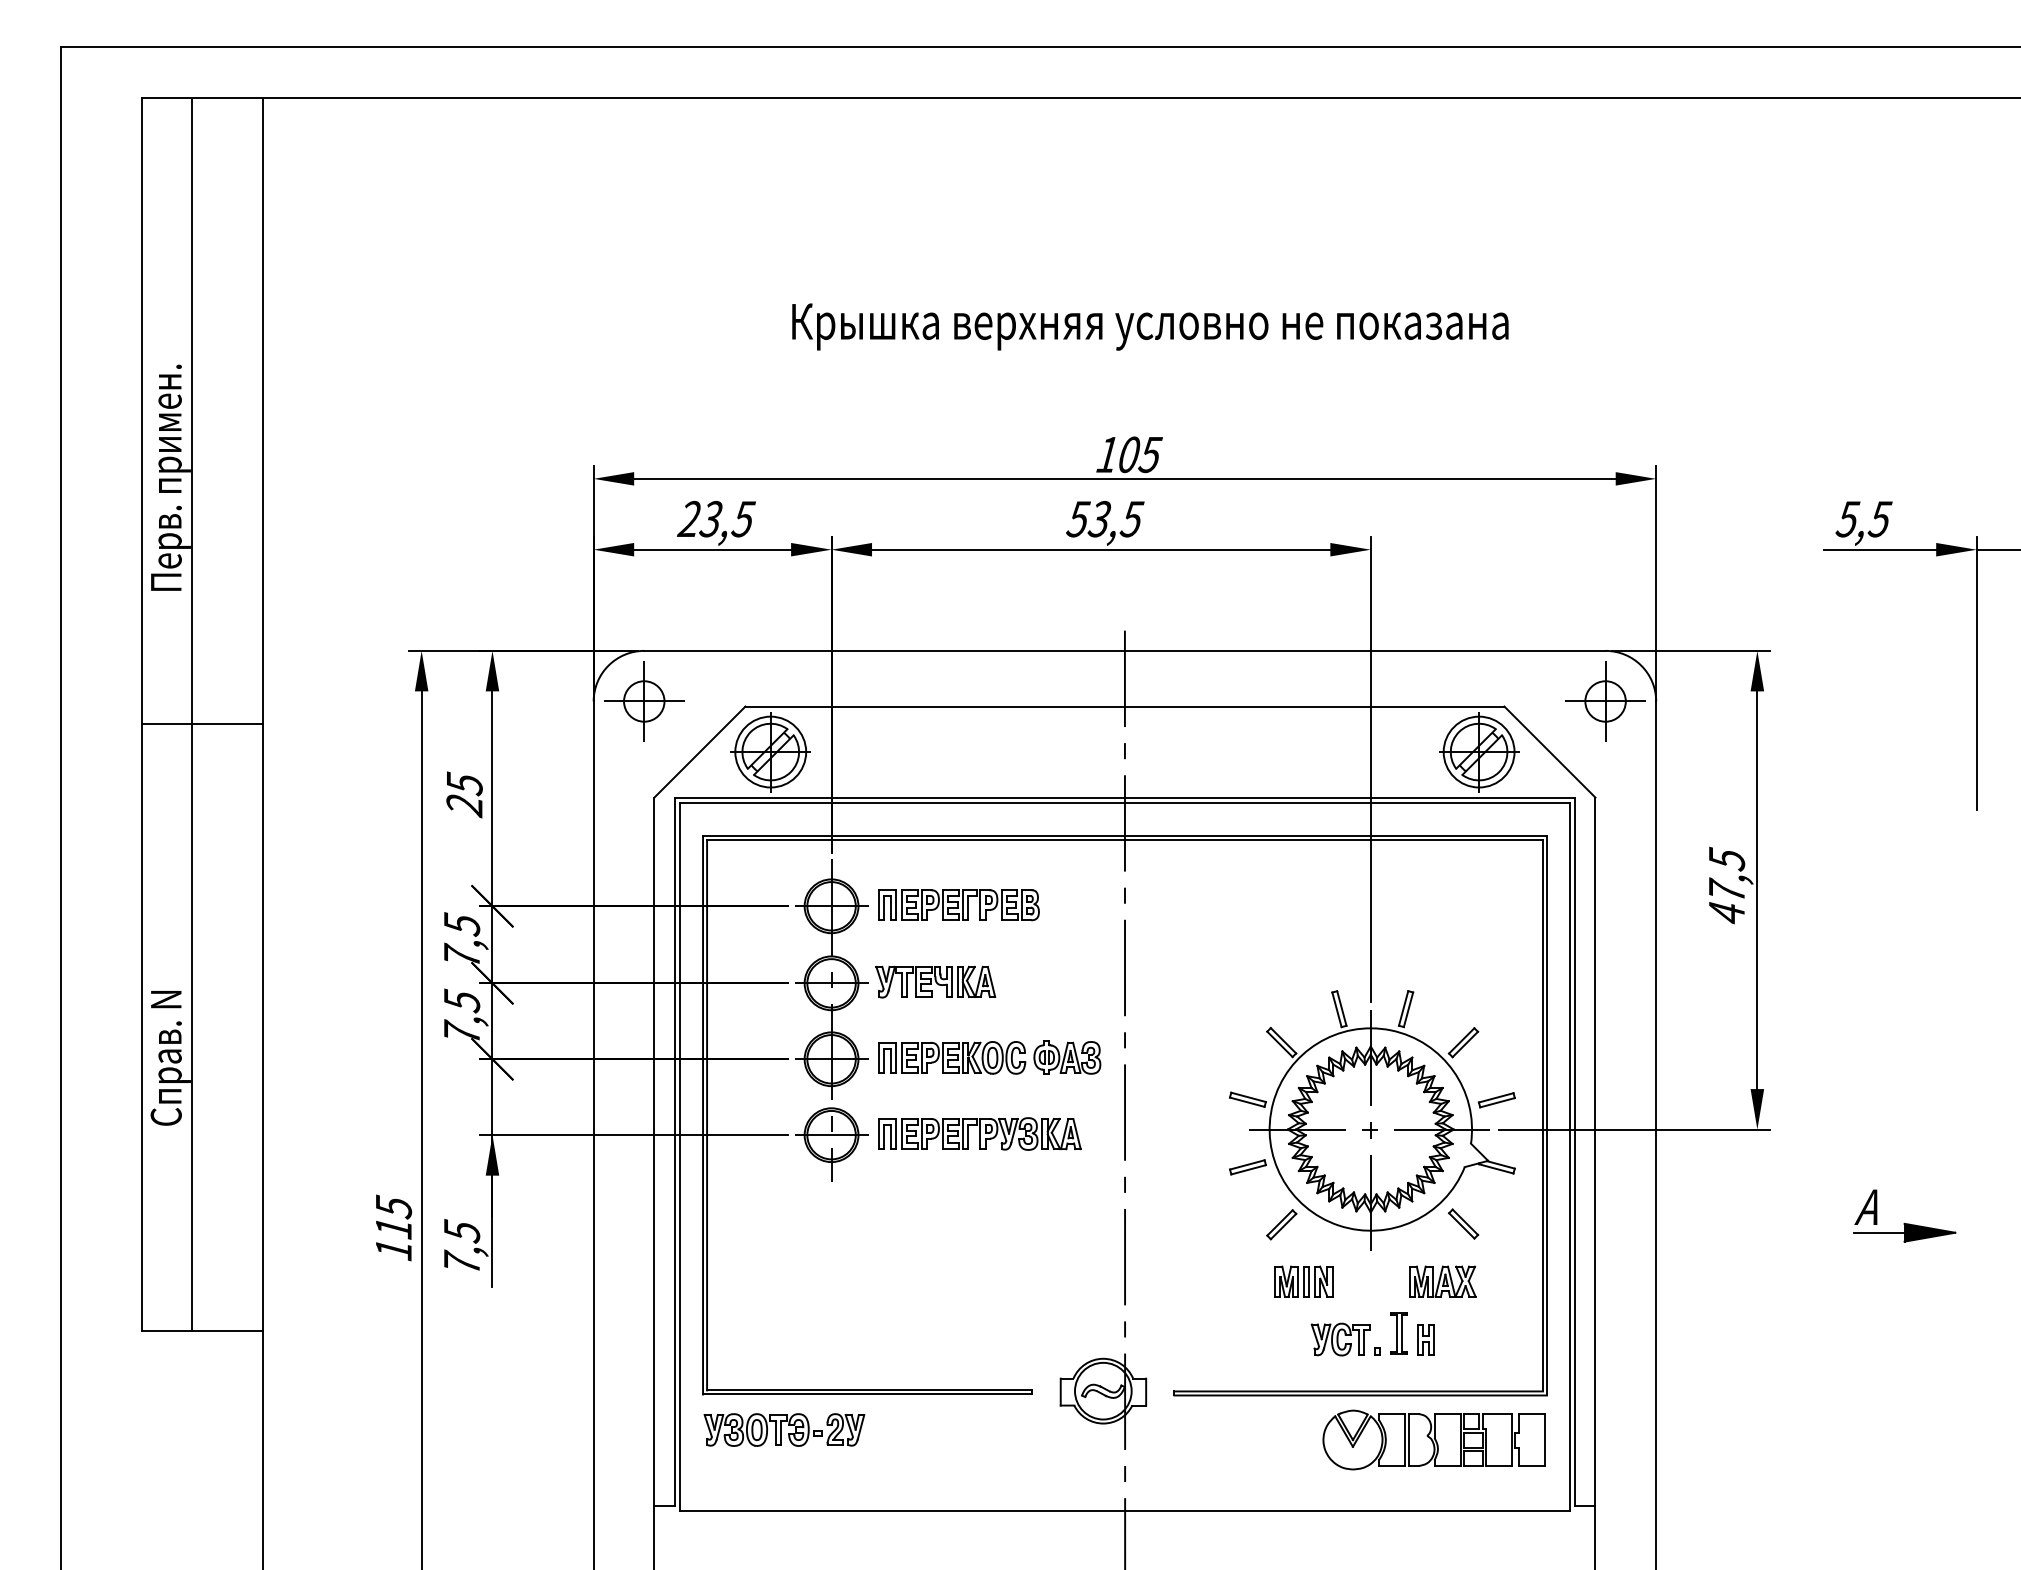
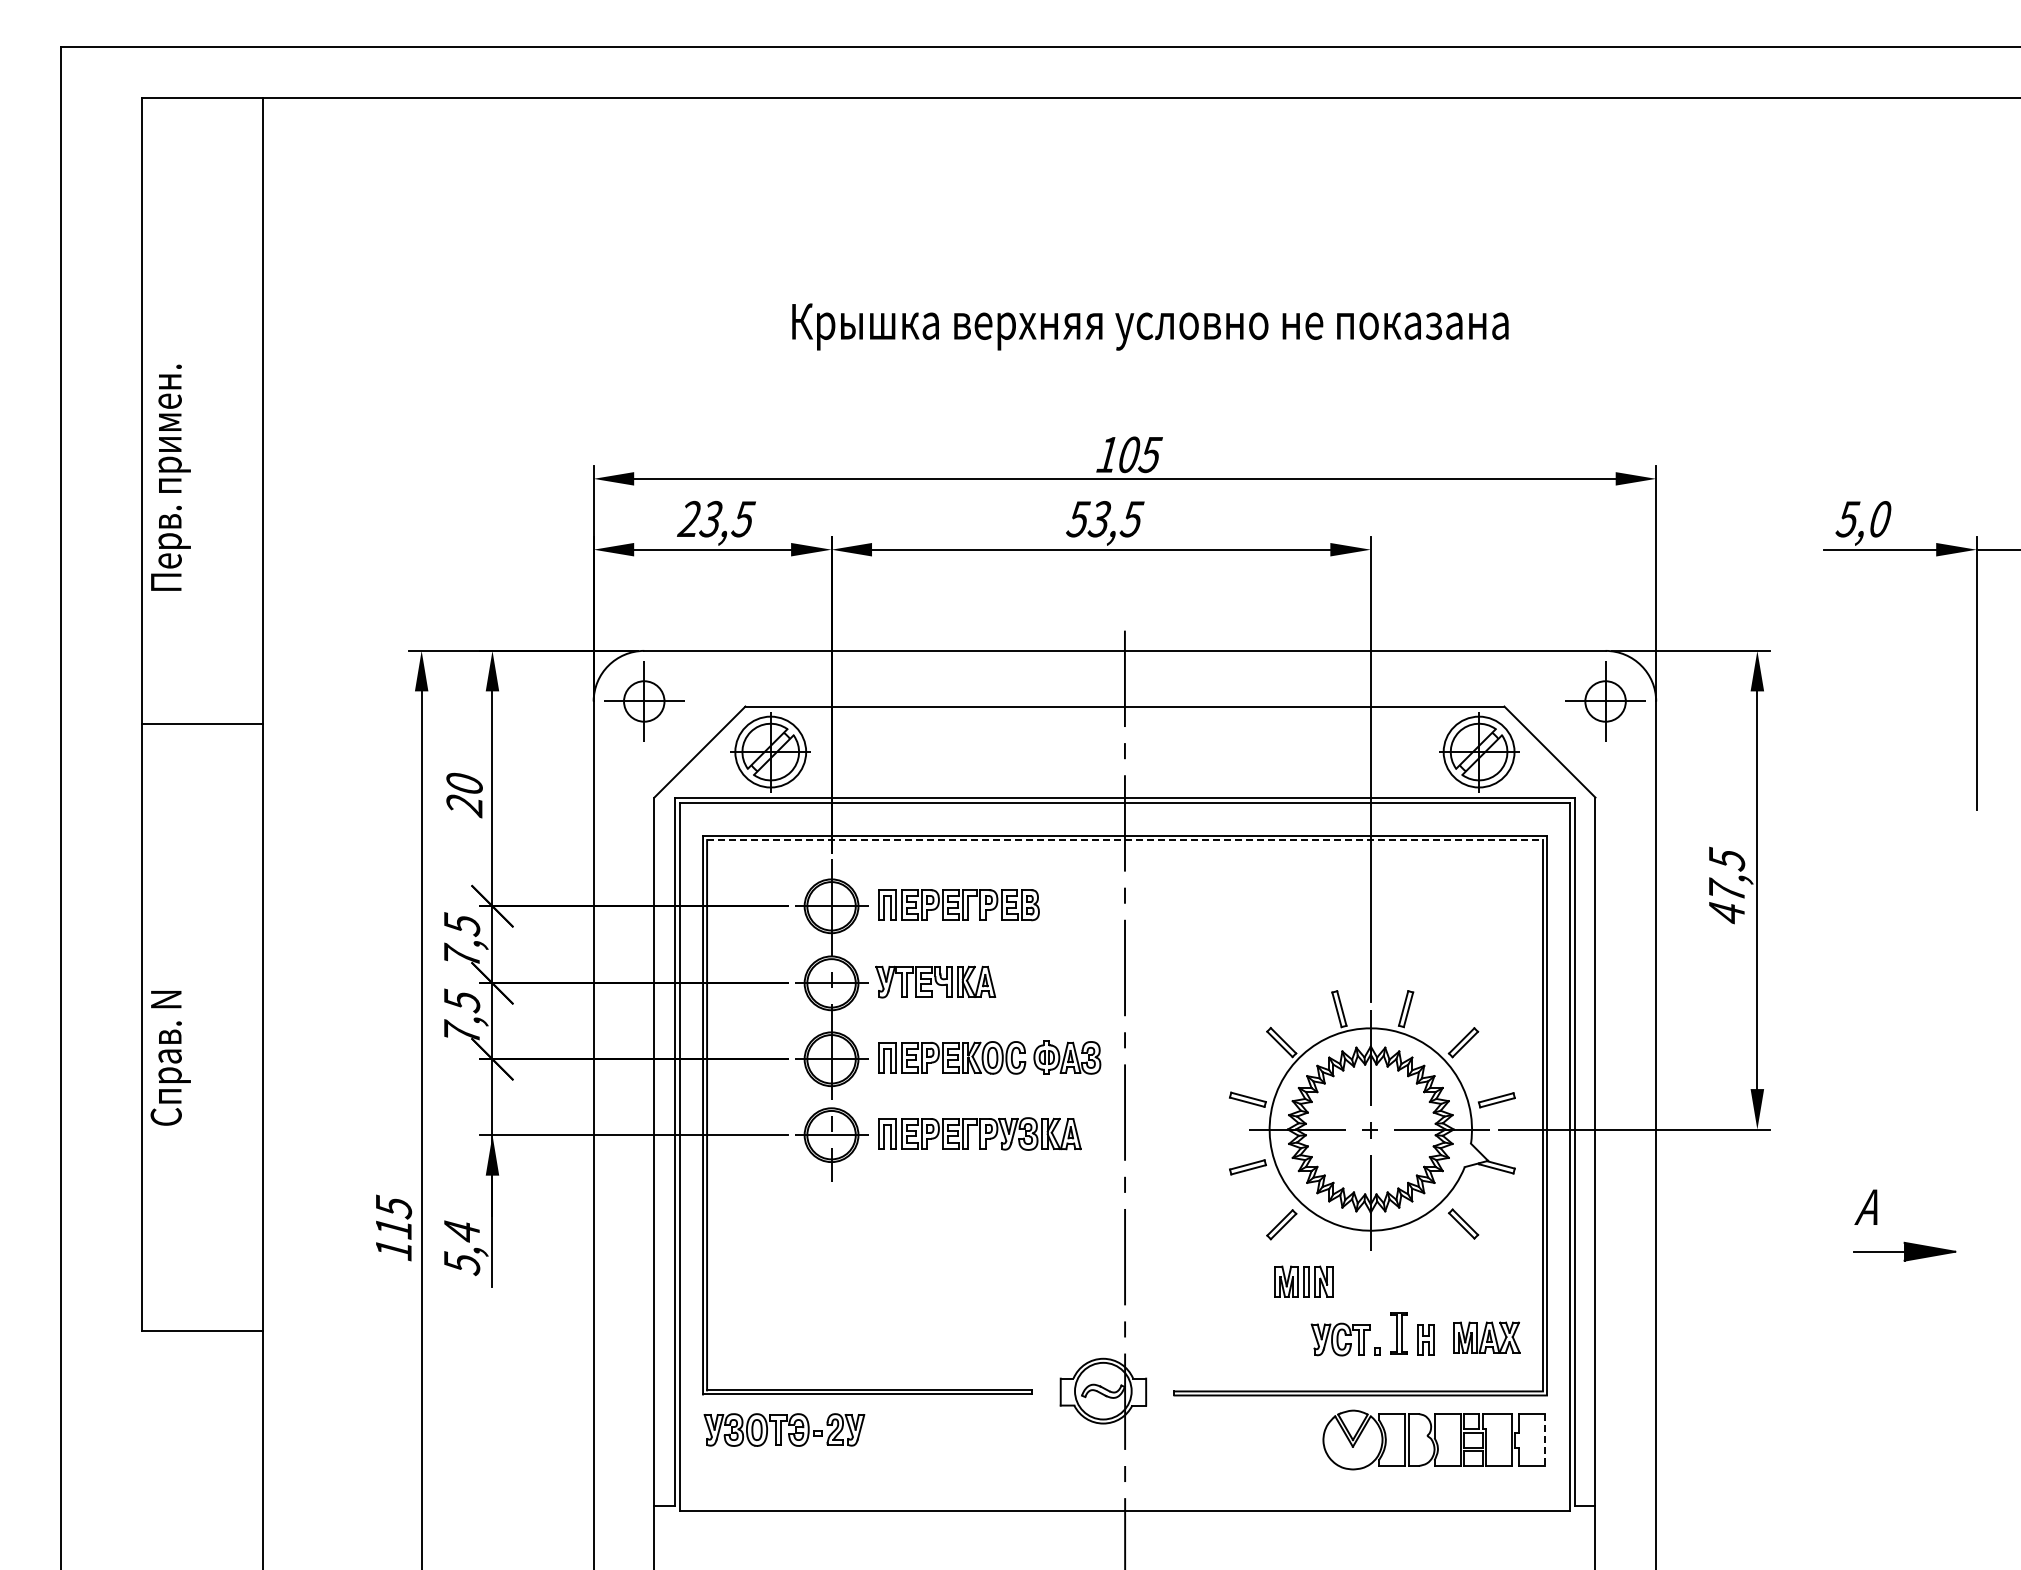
text at (1879, 519): 5,5 -> 5,0
line at (192, 714): present -> none
text at (464, 783): 25 -> 20
line at (1125, 840): solid -> dashed
part at (1904, 1232) position: (1904, 1232) -> (1904, 1251)
text at (462, 1247): 7,5 -> 5,4
part at (1442, 1281) position: (1442, 1281) -> (1486, 1337)
line at (1544, 1440): solid -> dashed
